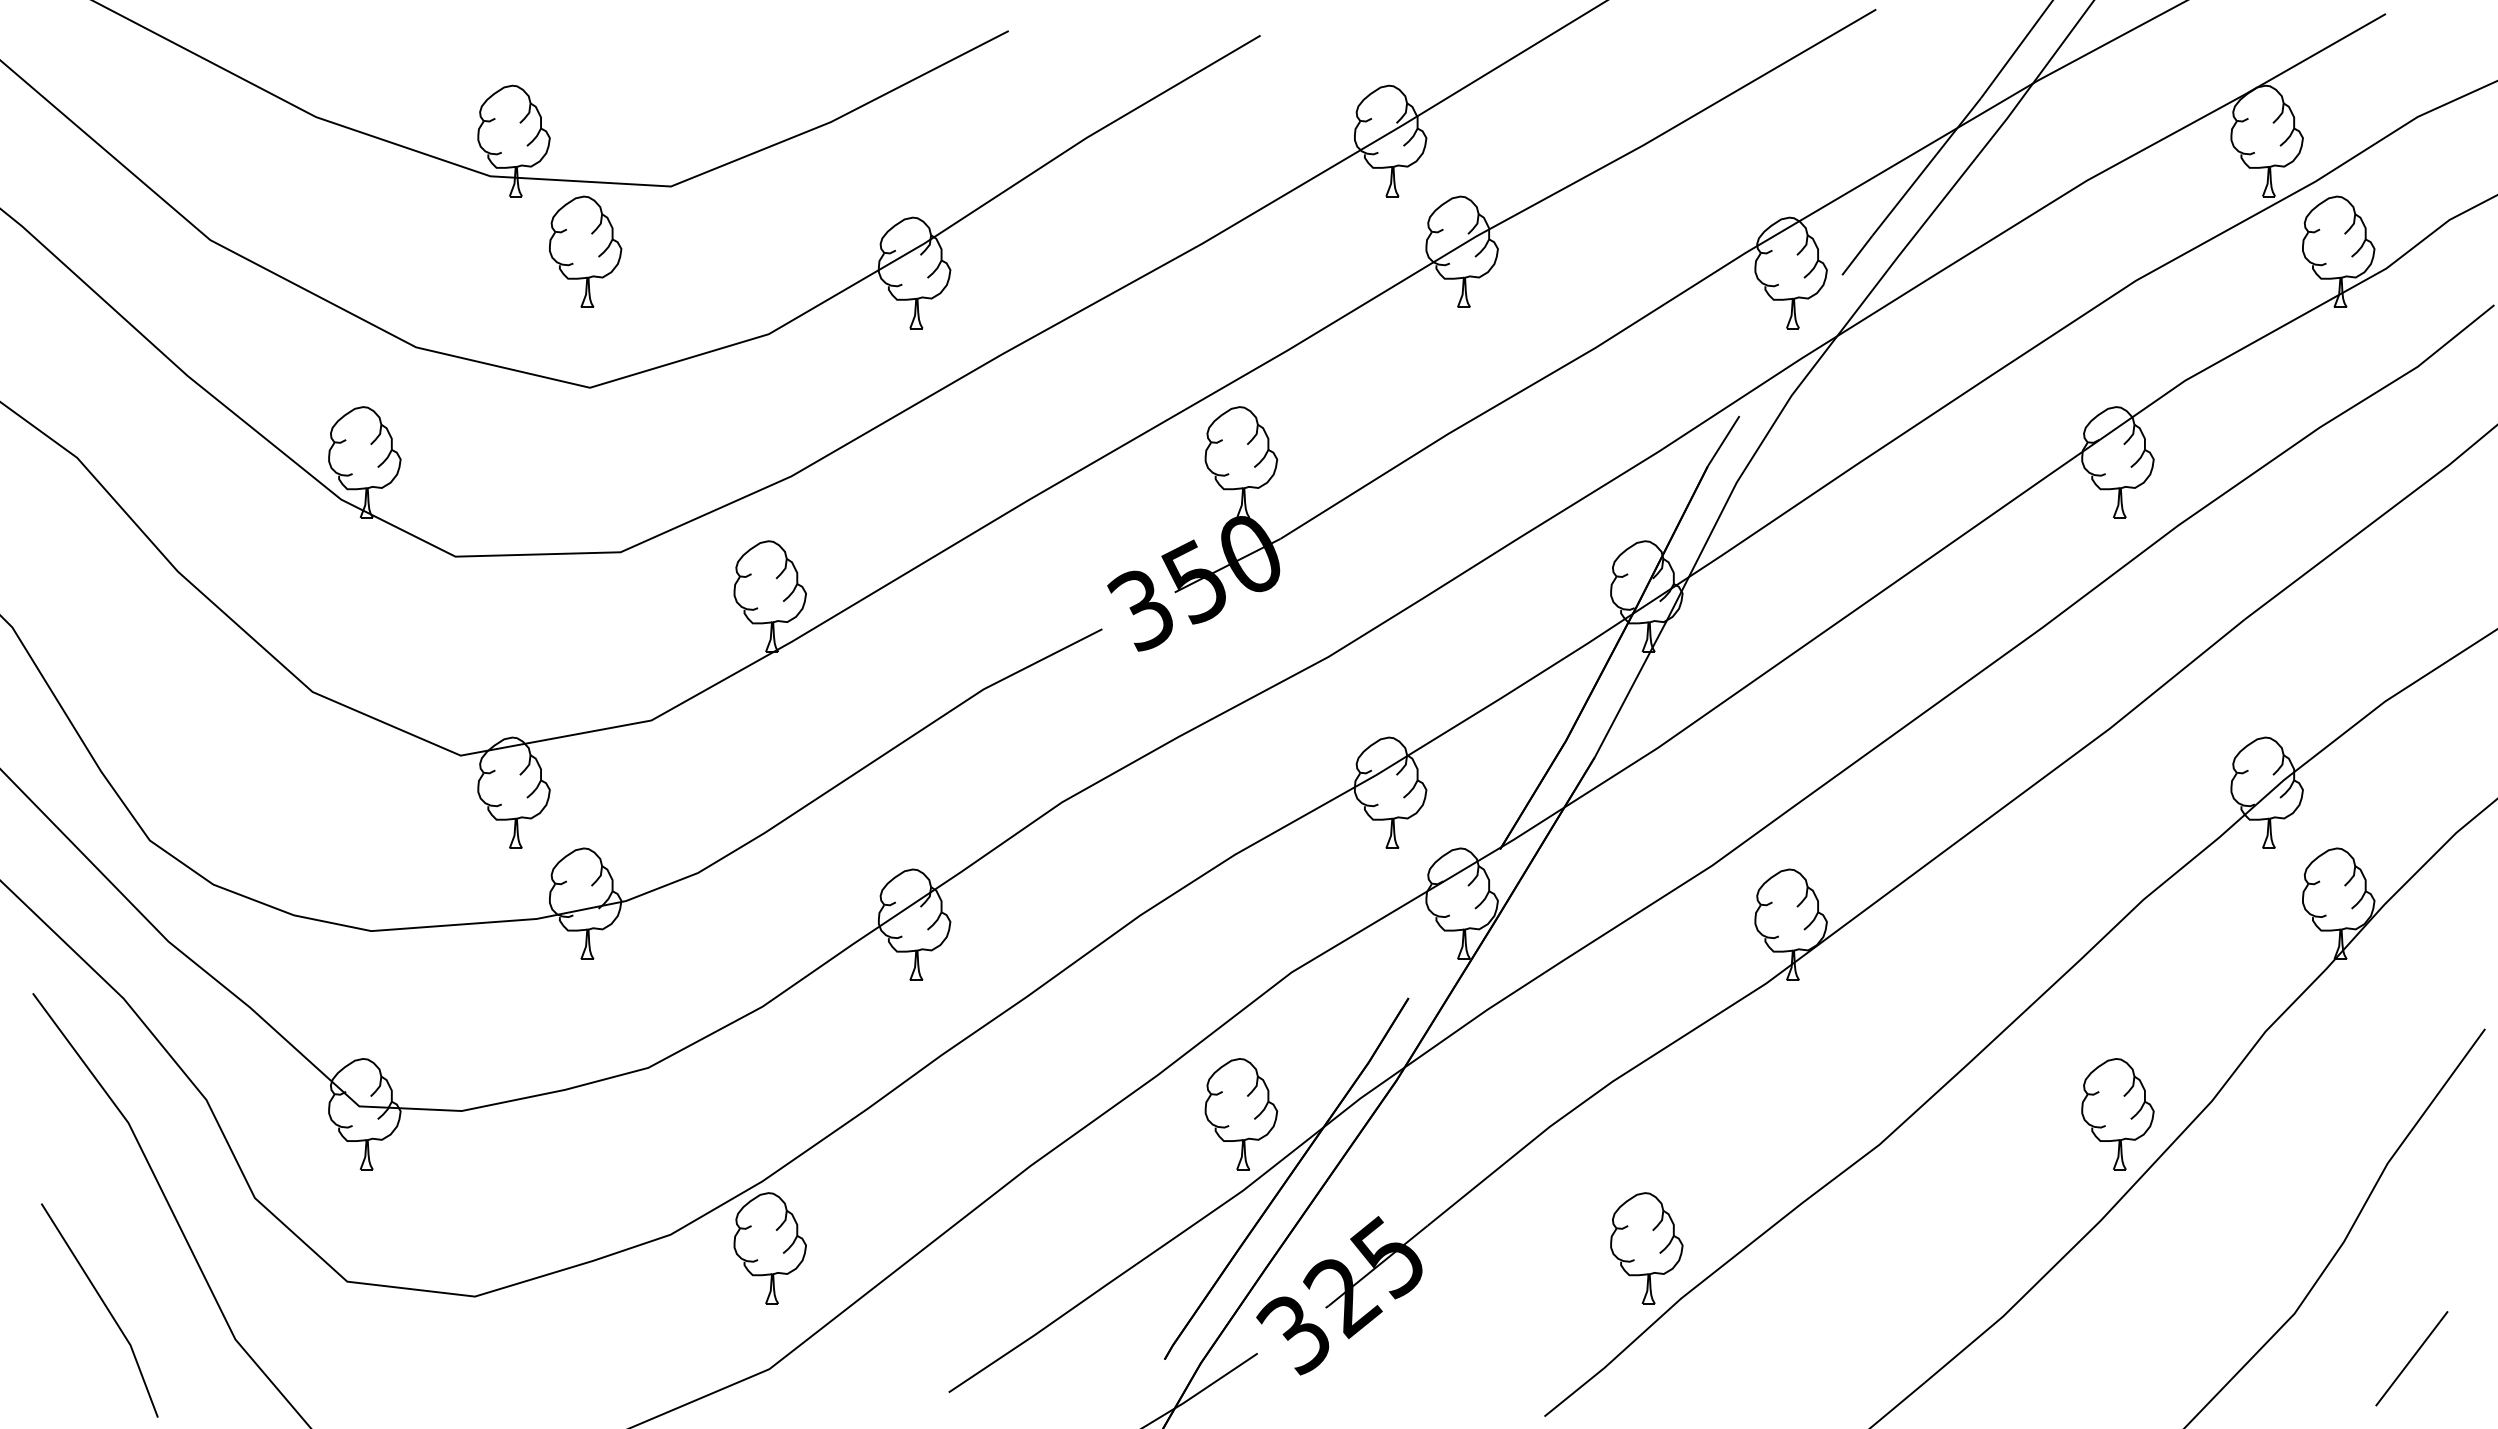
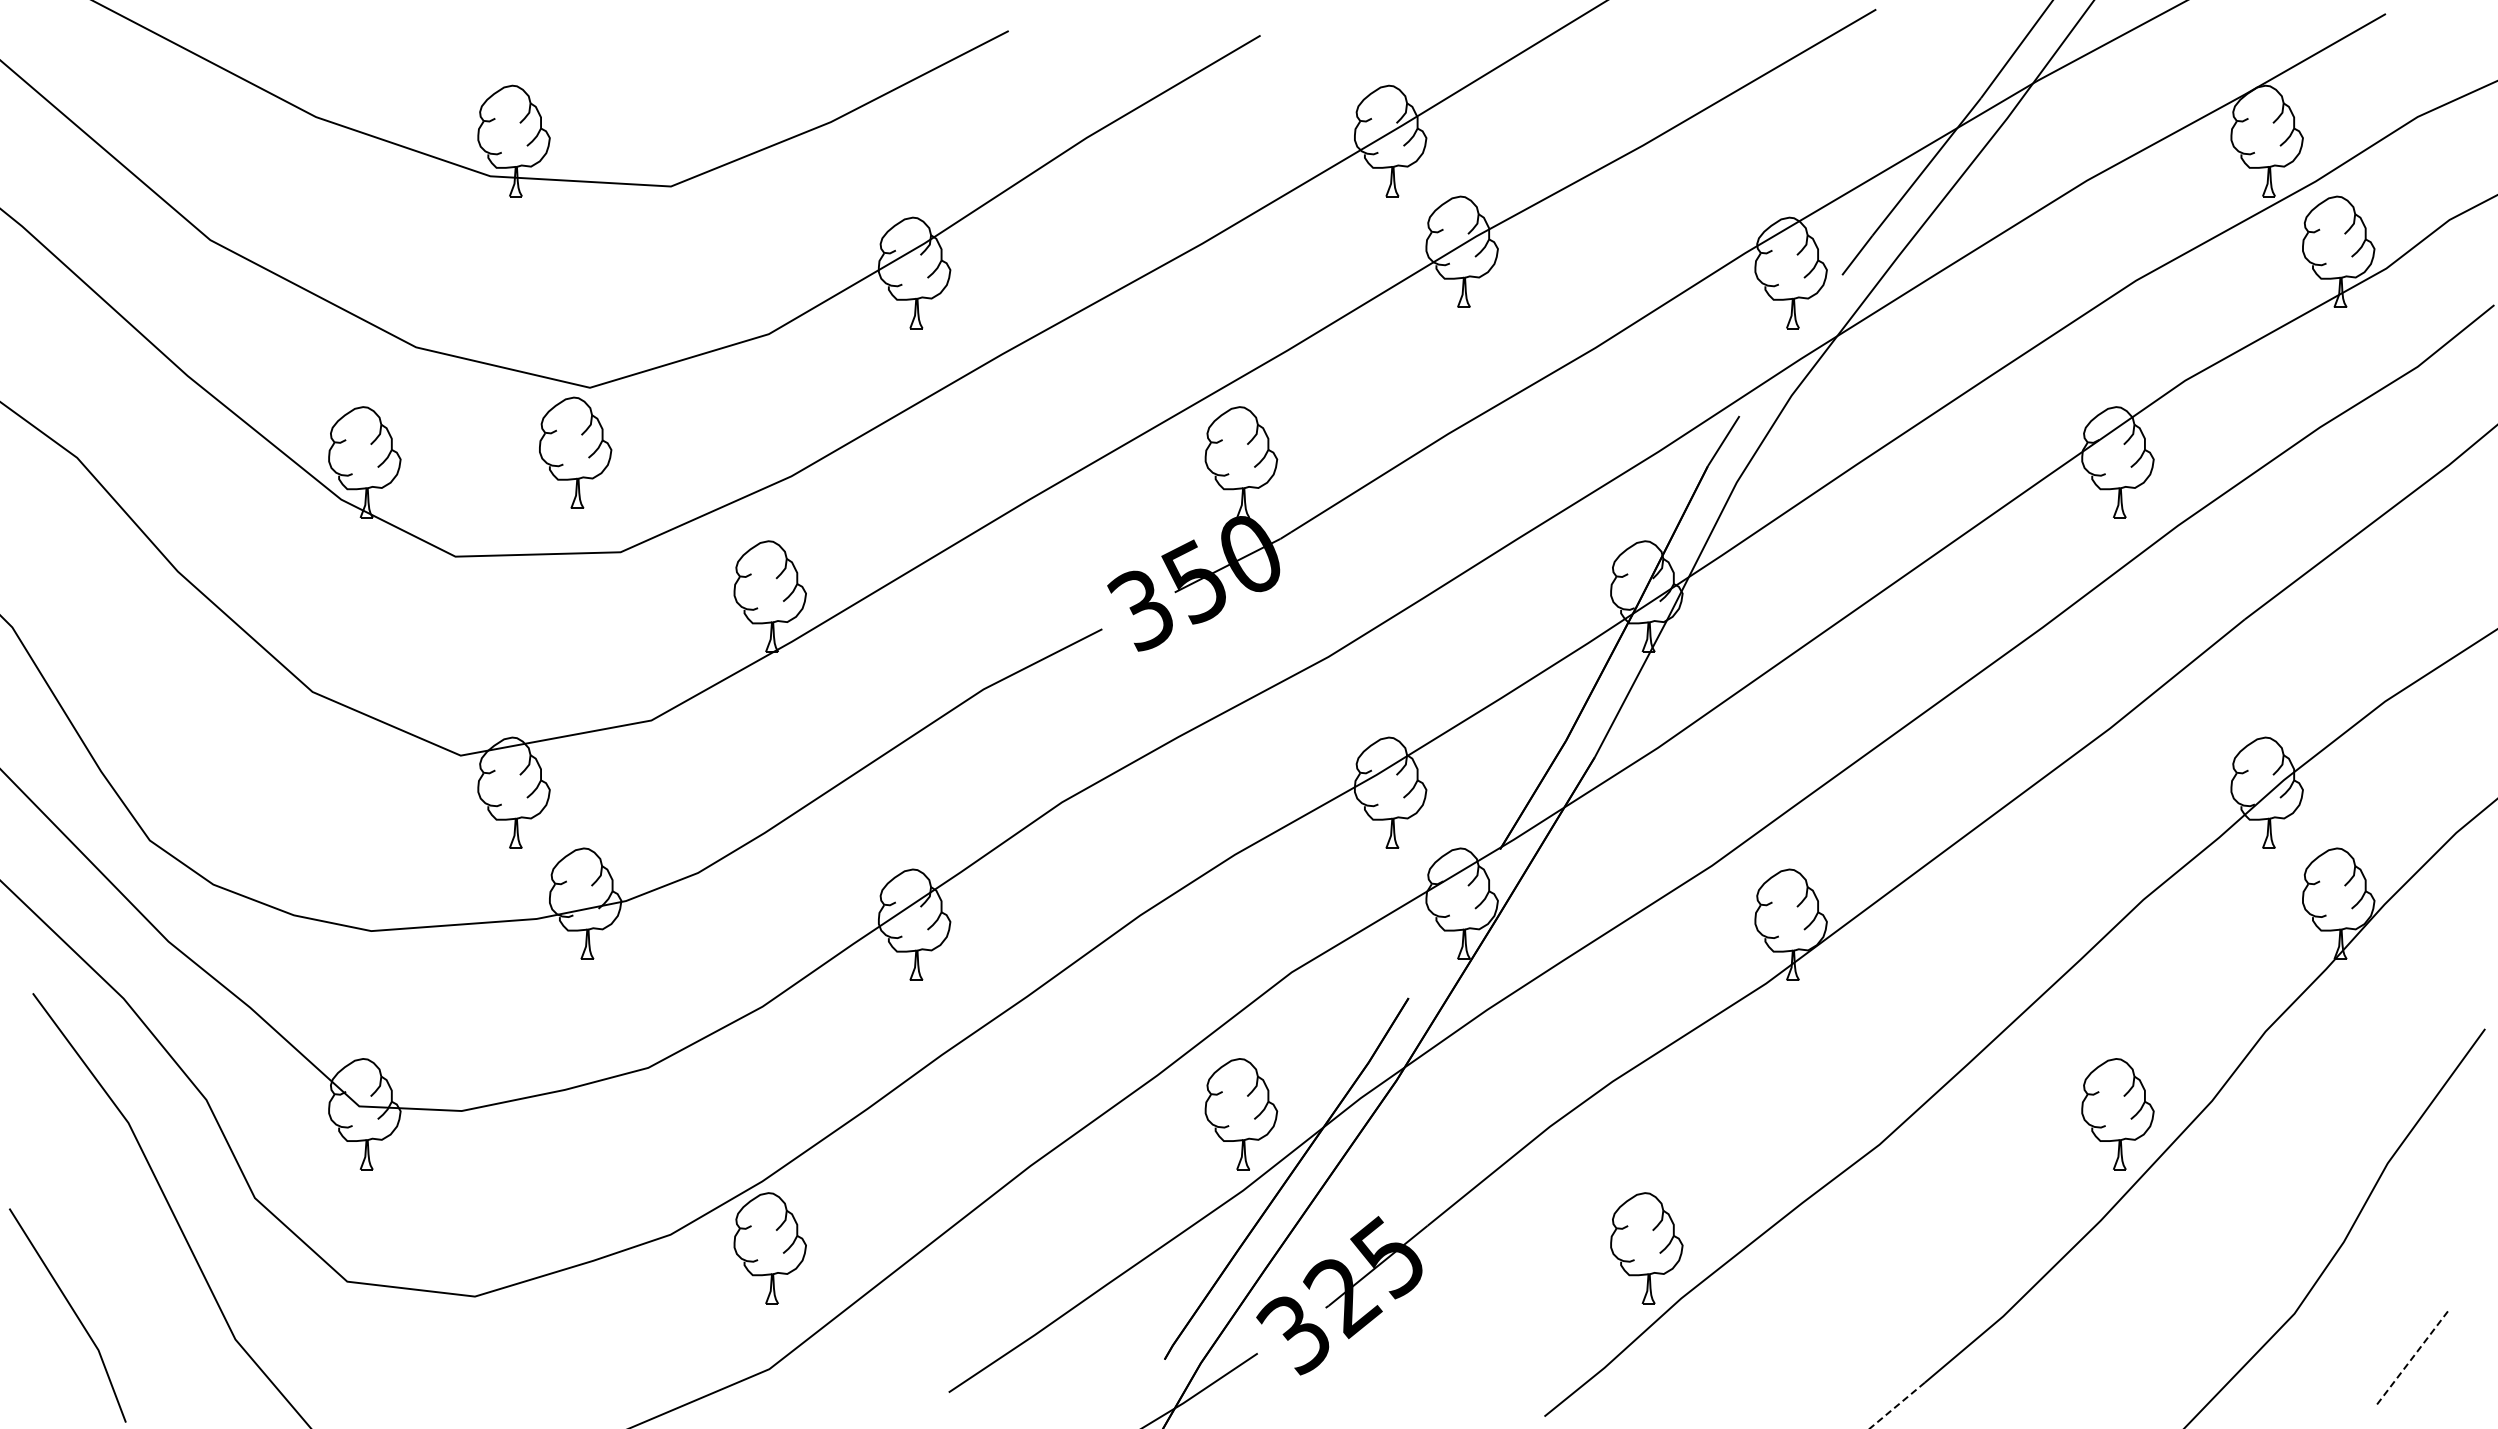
part at (585, 251) position: (585, 251) -> (575, 452)
line at (105, 1307) position: (105, 1307) -> (73, 1312)
line at (2411, 1358): solid -> dashed
line at (1897, 1405): solid -> dashed
